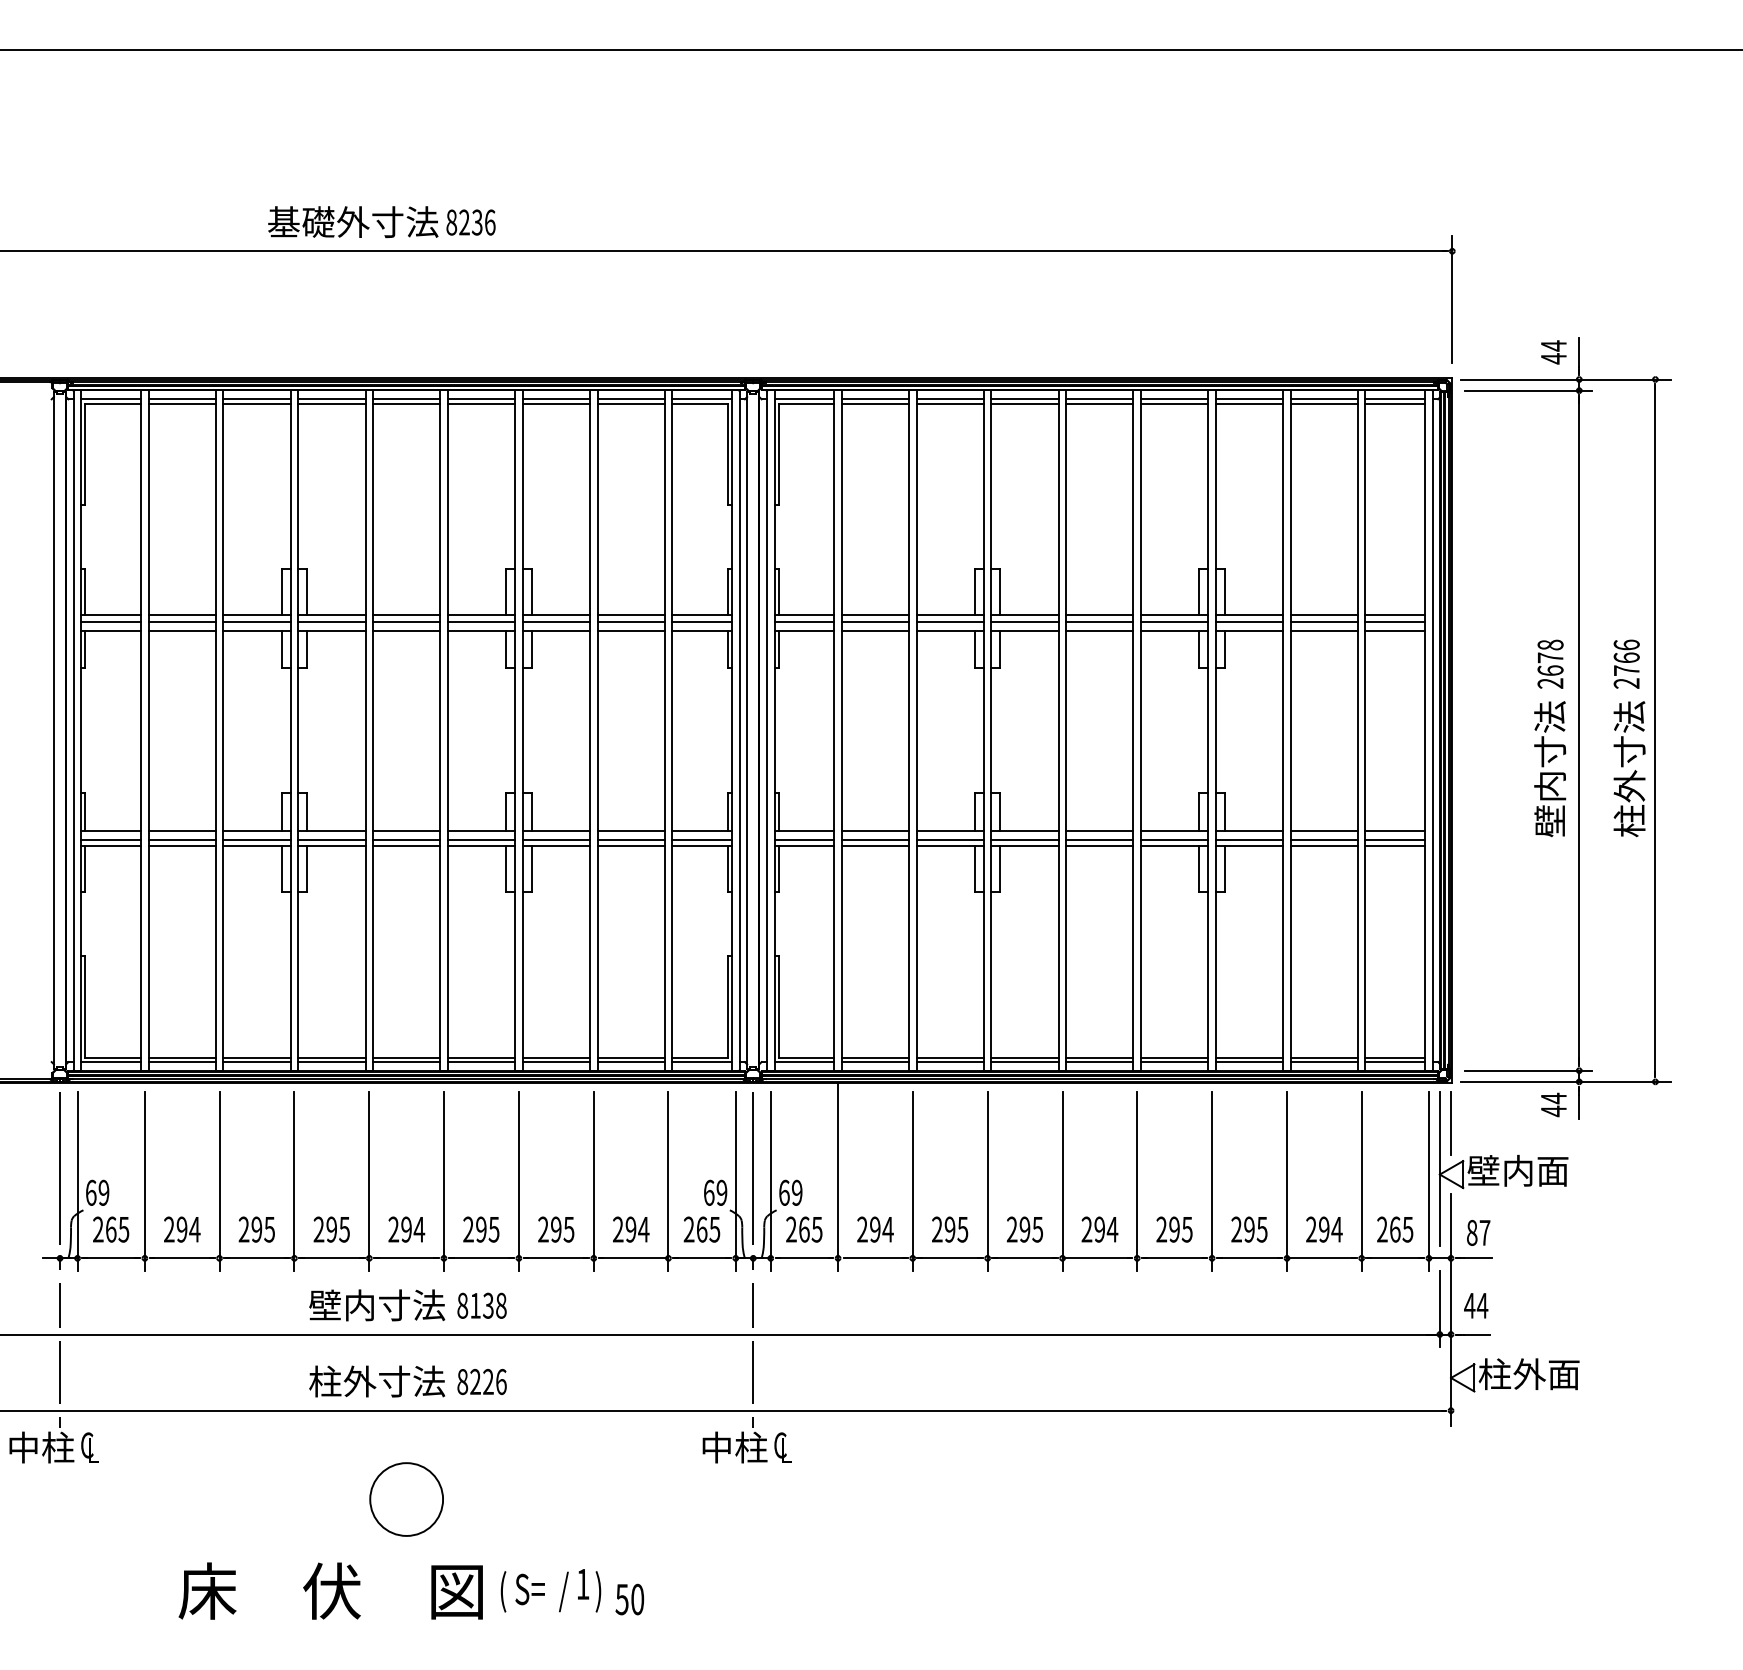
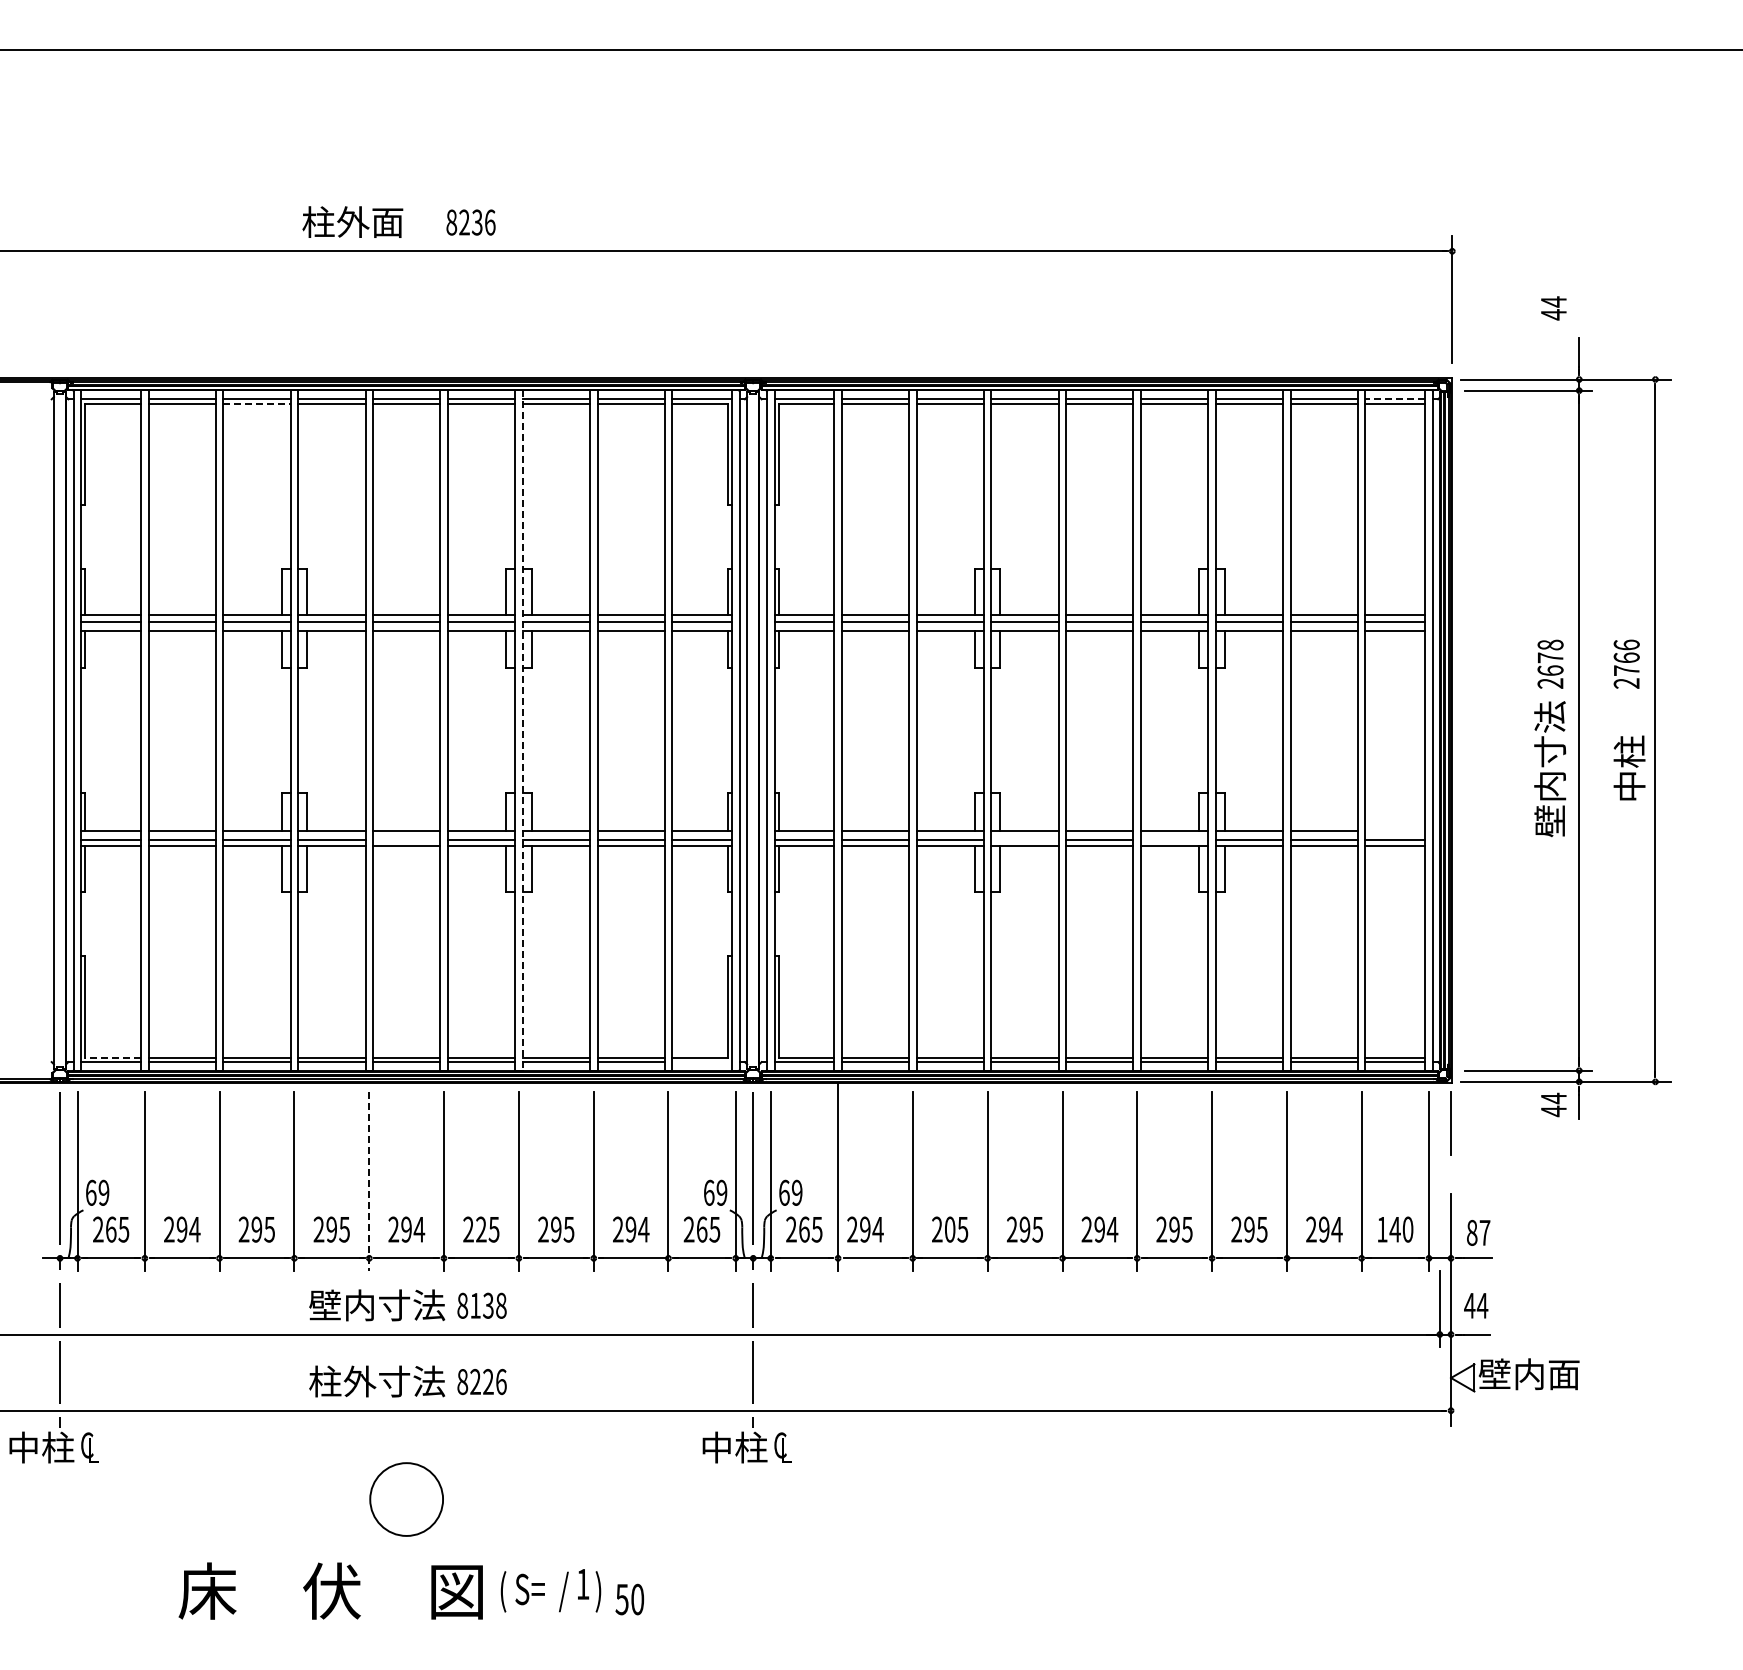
text at (353, 222): 基礎外寸法 -> 柱外面
text at (1553, 352) position: (1553, 352) -> (1553, 308)
line at (1395, 399): solid -> dashed
line at (256, 403): solid -> dashed
line at (522, 730): solid -> dashed
text at (1629, 769): 柱外寸法 -> 中柱
line at (1395, 830): present -> none
line at (406, 839): present -> none
line at (1024, 839): present -> none
line at (1174, 839): present -> none
line at (113, 1057): solid -> dashed
line at (701, 1062): present -> none
part at (1503, 1168): present -> none
line at (369, 1182): solid -> dashed
text at (481, 1229): 295 -> 225
text at (875, 1229) position: (875, 1229) -> (865, 1229)
text at (949, 1229): 295 -> 205
text at (1395, 1229): 265 -> 140
text at (1511, 1374): 柱外面 -> 壁内面
